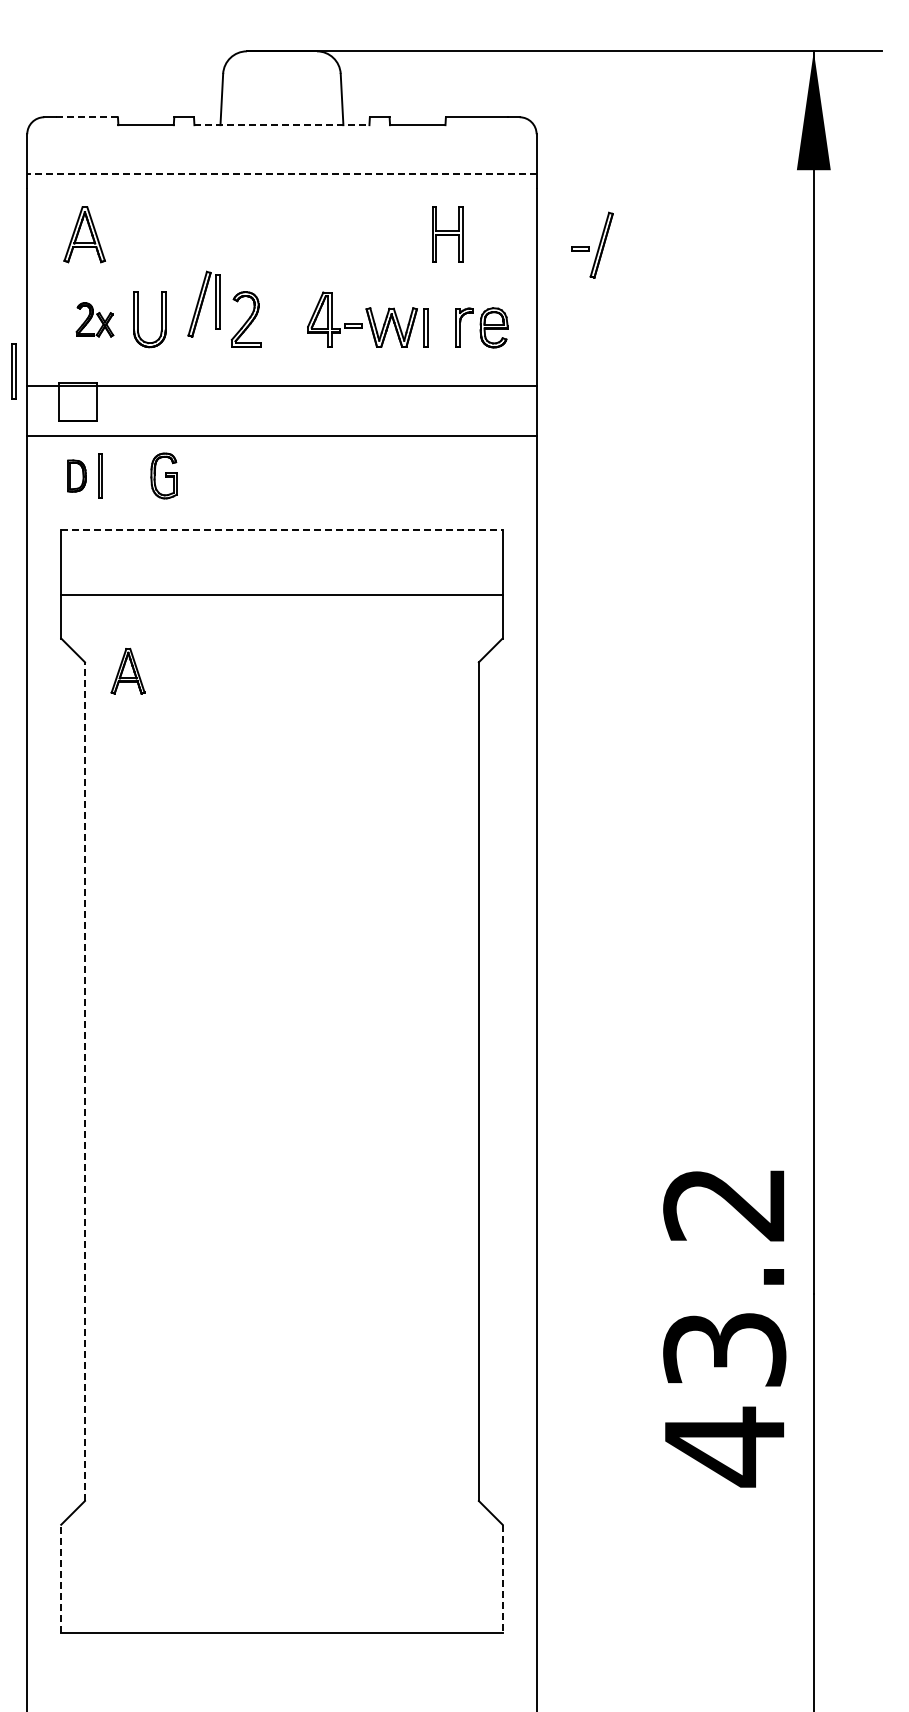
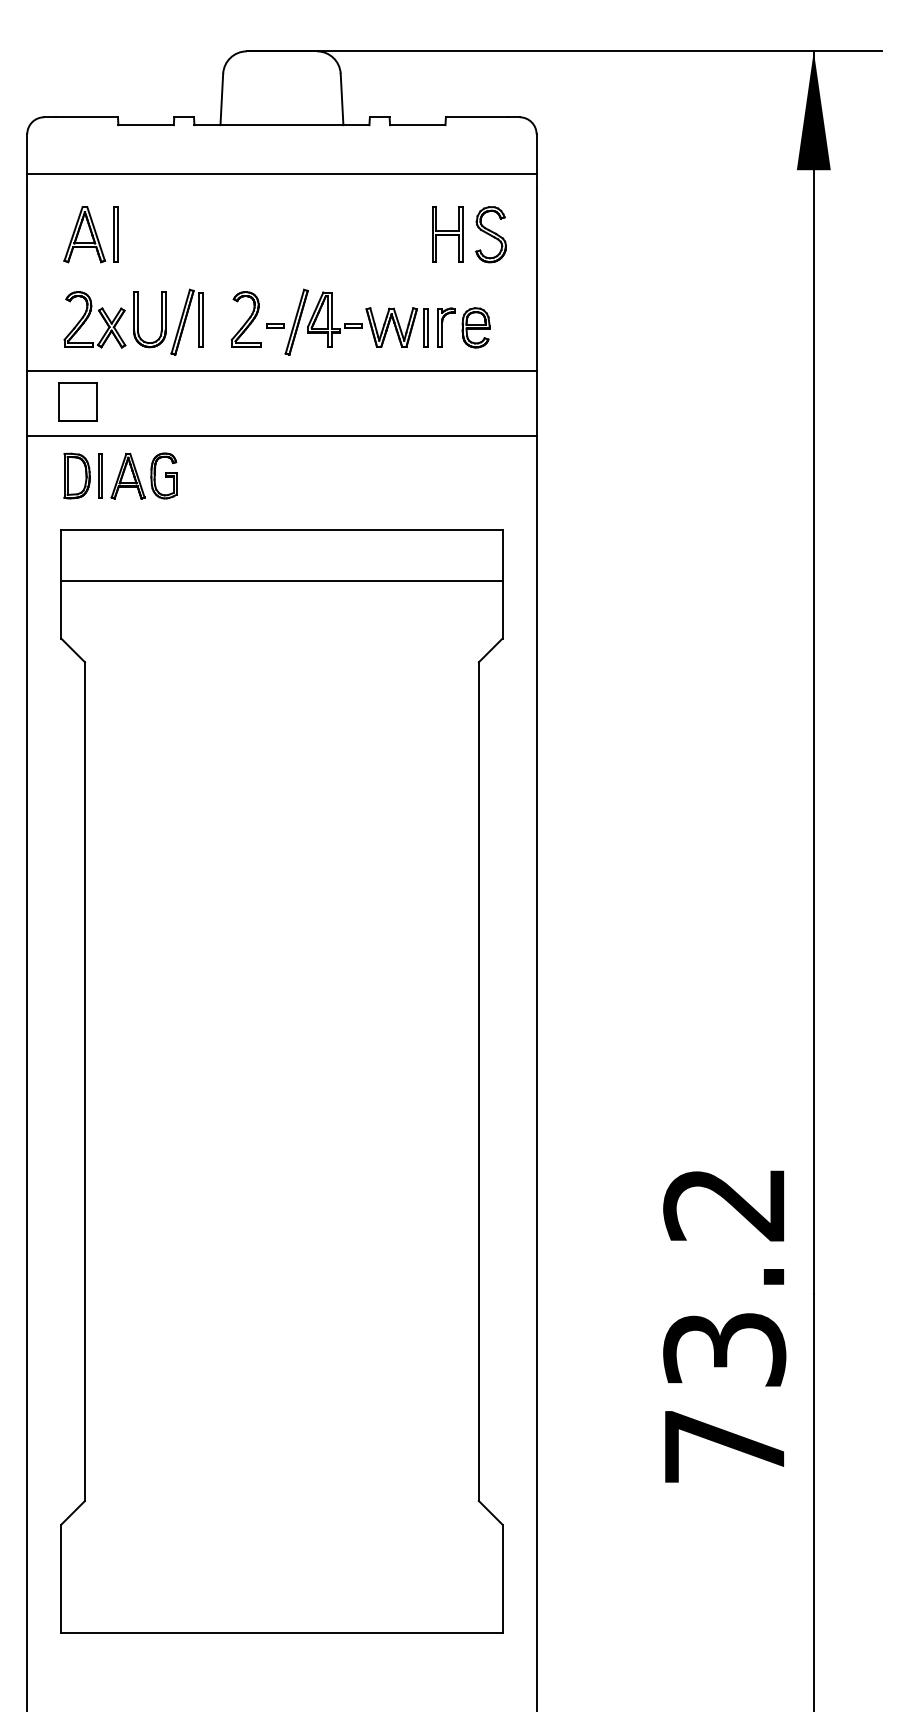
line at (87, 117): dashed -> solid
line at (281, 125): dashed -> solid
line at (281, 174): dashed -> solid
part at (490, 234): none -> present
part at (592, 244) position: (592, 244) -> (287, 321)
part at (203, 303) position: (203, 303) -> (186, 321)
part at (94, 319) size: 40x36 px -> 64x58 px
part at (481, 327) position: (481, 327) -> (463, 327)
part at (13, 371) position: (13, 371) -> (115, 234)
line at (281, 385) position: (281, 385) -> (281, 370)
part at (76, 475) size: 20x34 px -> 28x48 px
line at (281, 529): dashed -> solid
line at (281, 594) position: (281, 594) -> (281, 580)
part at (127, 671) position: (127, 671) -> (127, 476)
line at (84, 1081): dashed -> solid
text at (724, 1446): 43.2 -> 73.2
line at (61, 1578): dashed -> solid
line at (502, 1579): dashed -> solid
